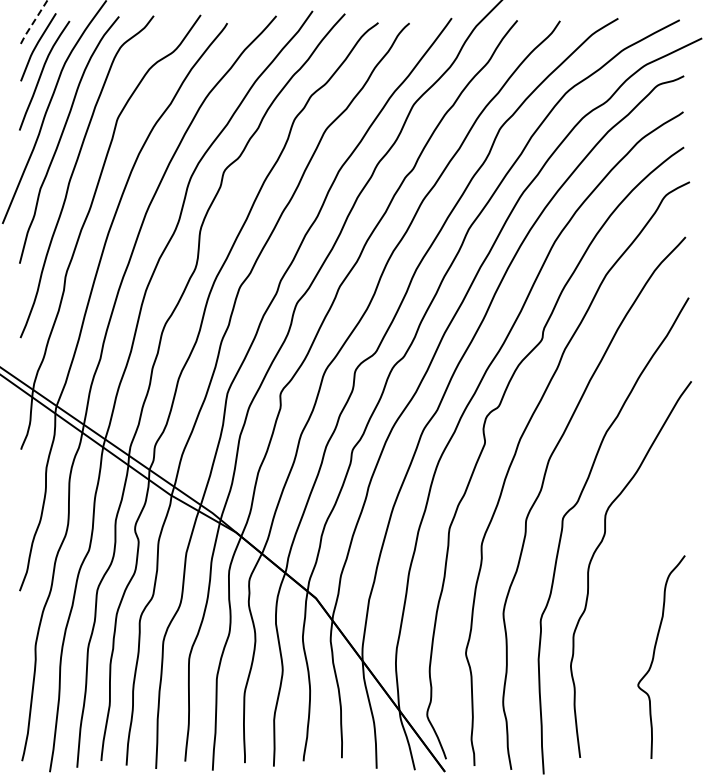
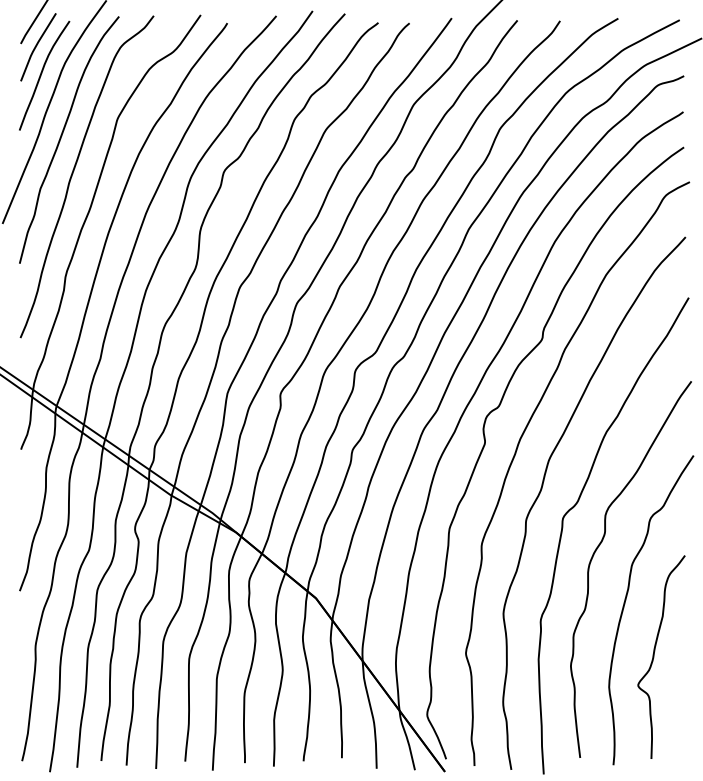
line at (33, 21): dashed -> solid
curve at (625, 604): none -> present
